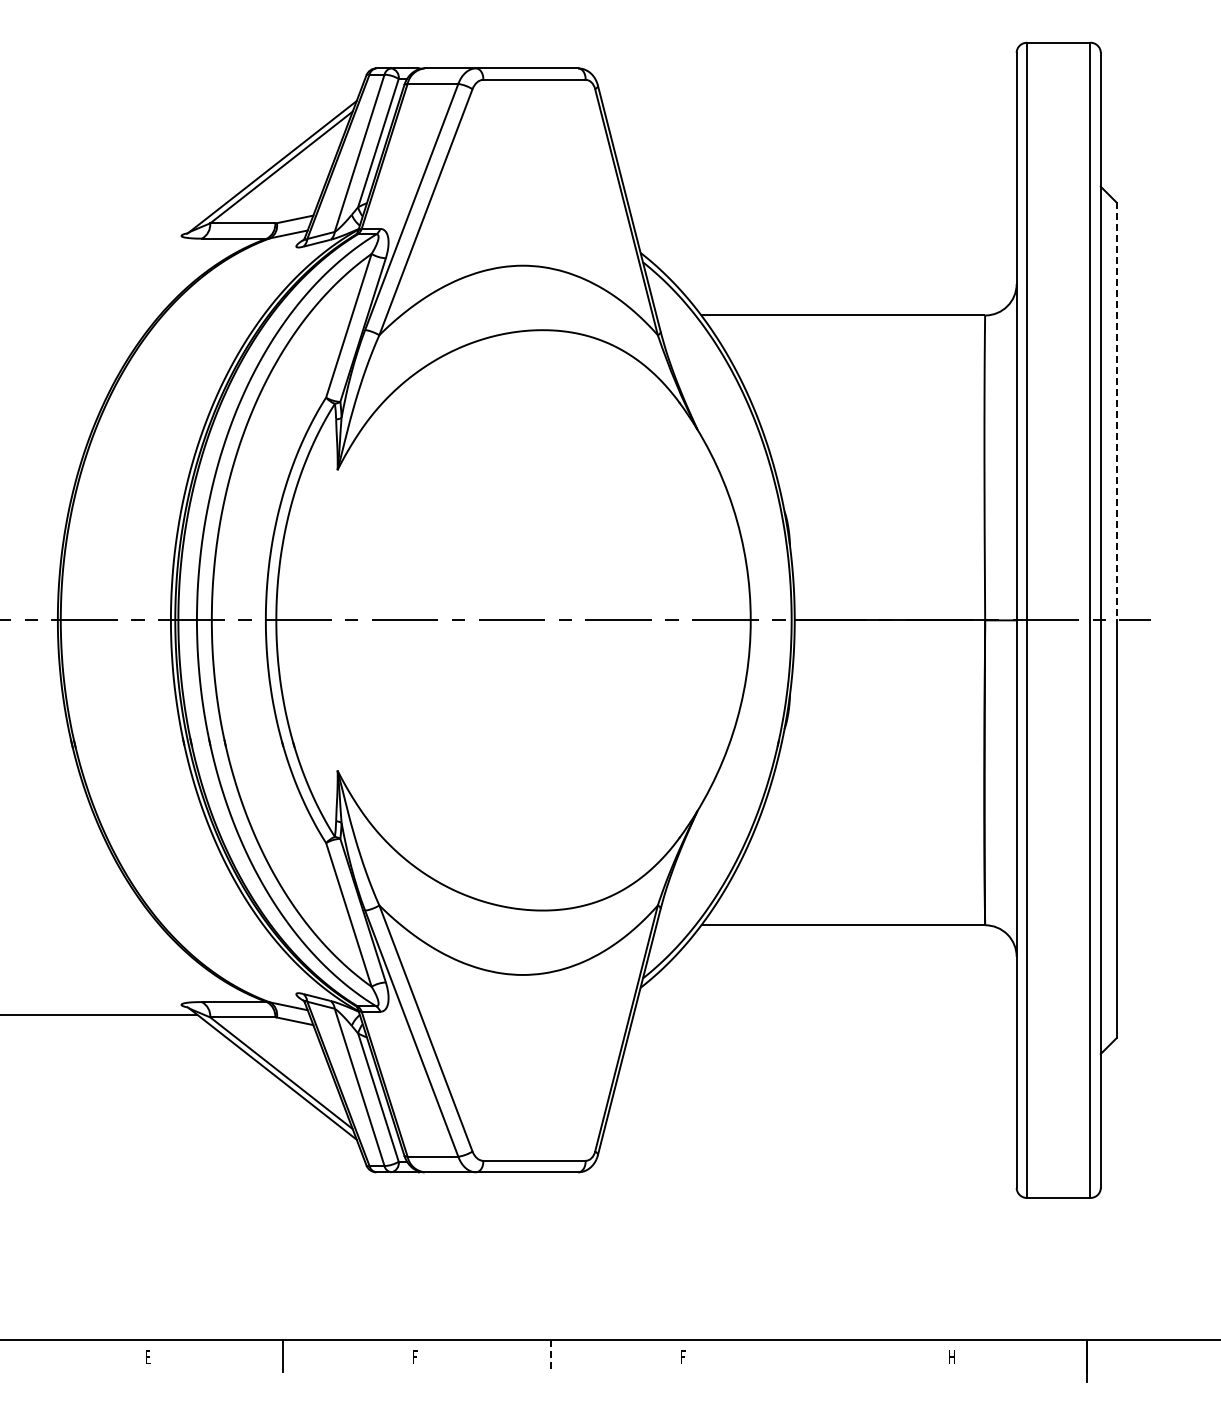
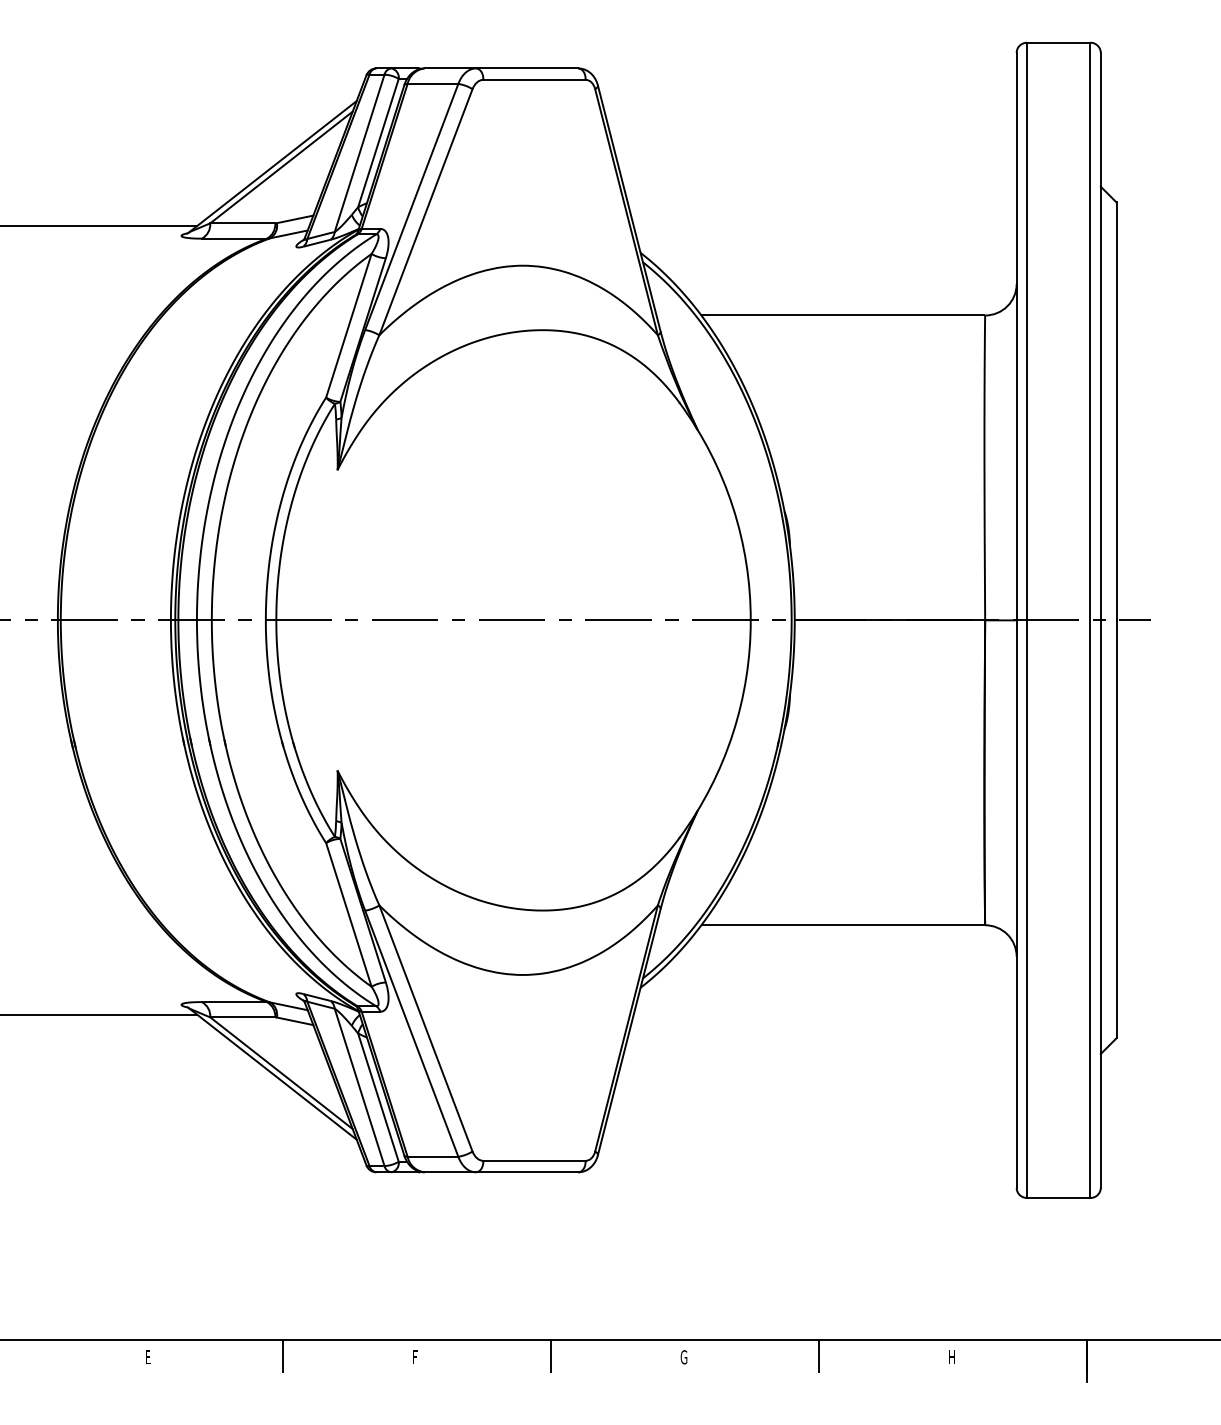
line at (99, 226): none -> present
line at (1116, 411): dashed -> solid
line at (551, 1355): dashed -> solid
line at (818, 1355): none -> present
text at (683, 1357): F -> G
